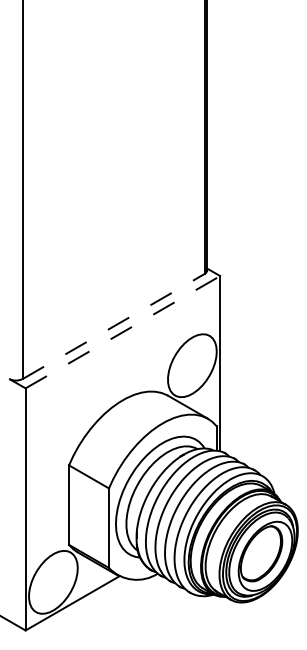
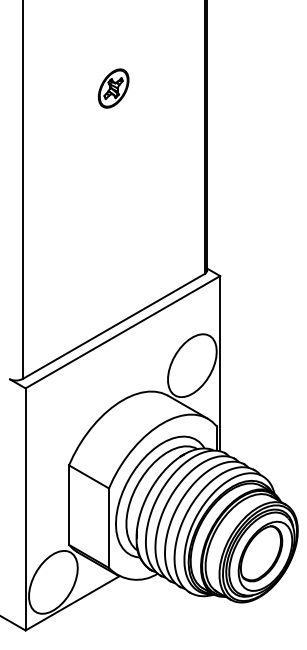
part at (113, 88): none -> present
line at (113, 326): dashed -> solid
line at (123, 331): dashed -> solid
